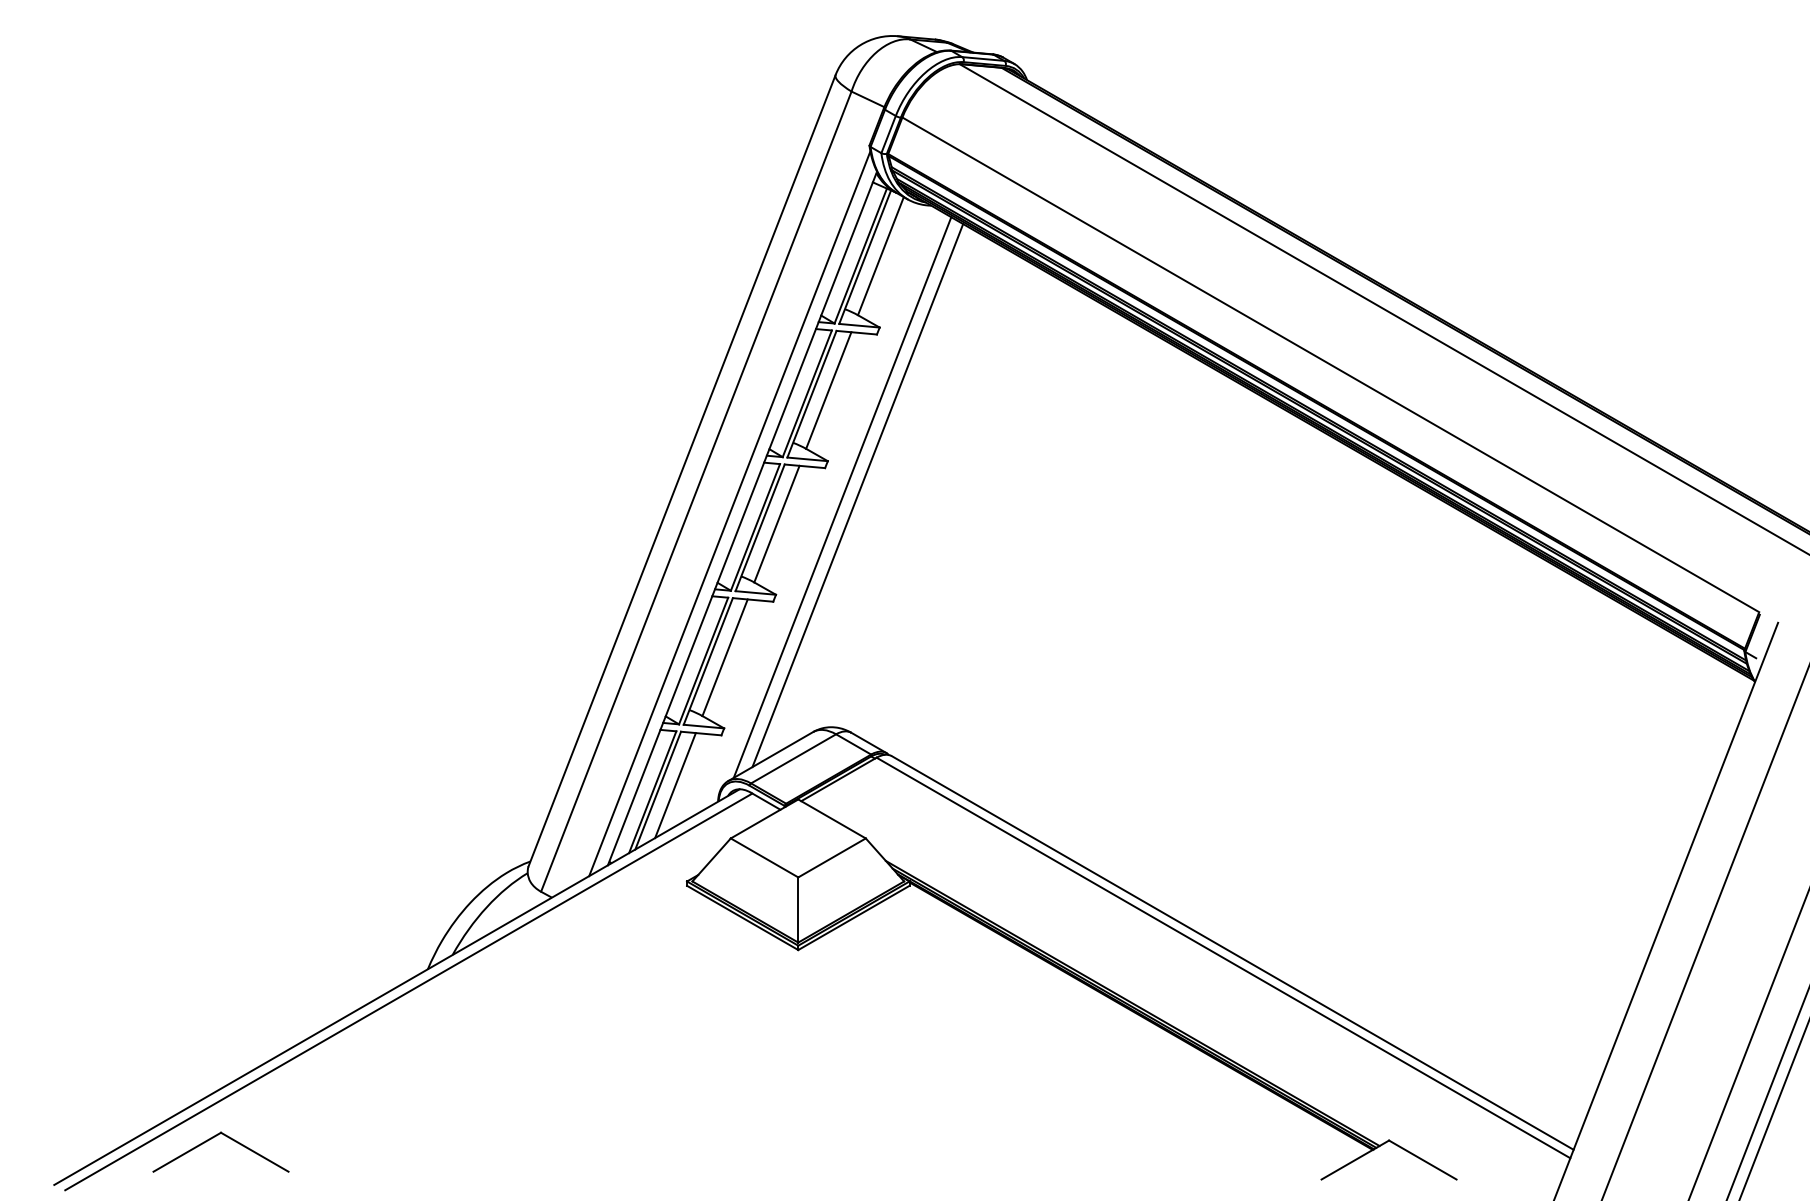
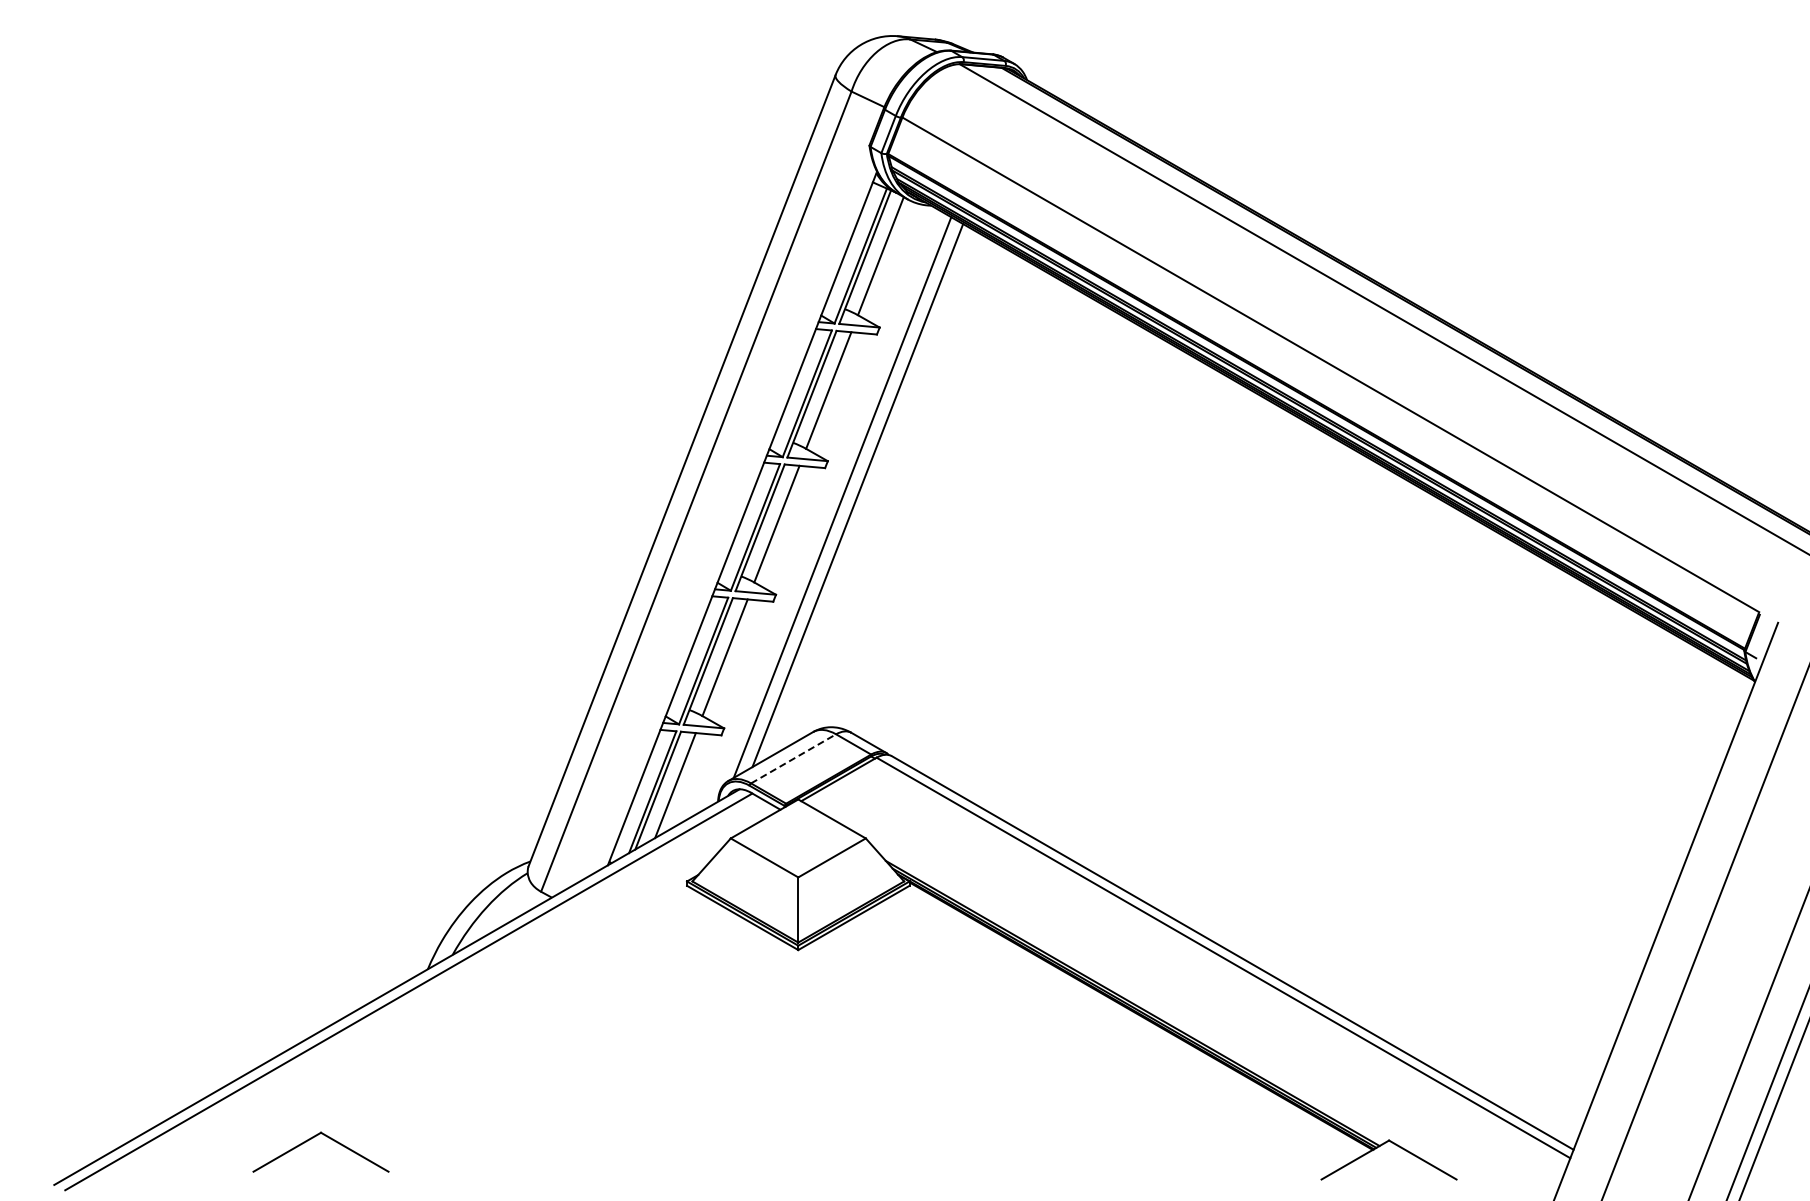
line at (729, 513): present -> none
line at (794, 758): solid -> dashed
part at (213, 1138) position: (213, 1138) -> (313, 1138)
